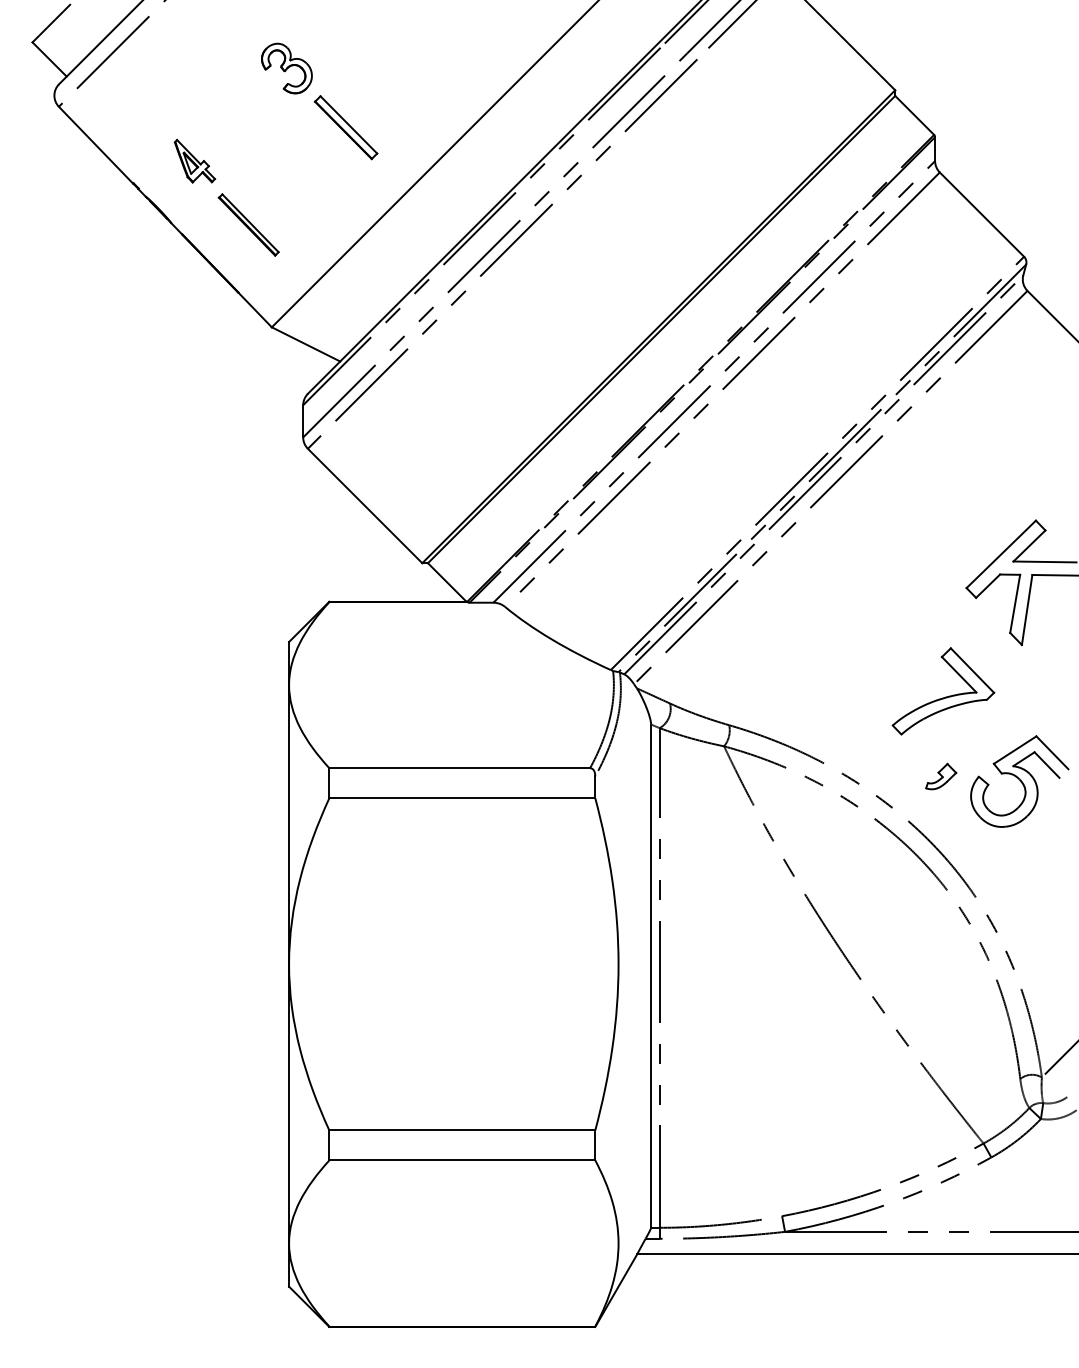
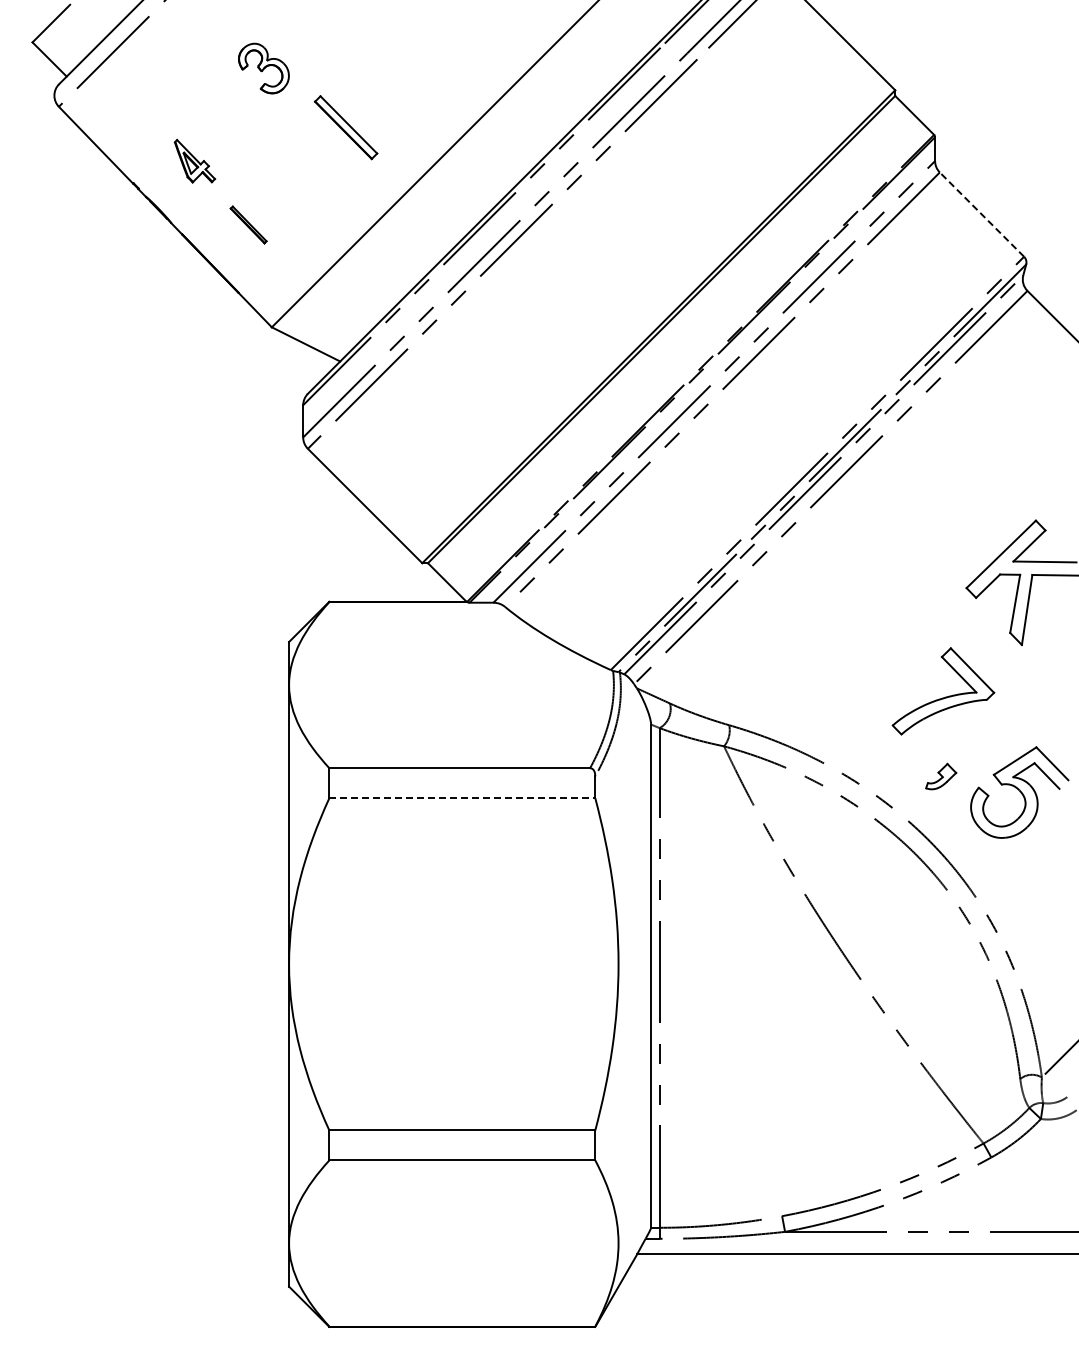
part at (286, 68) position: (286, 68) -> (263, 68)
line at (981, 214): solid -> dashed
part at (248, 224) size: 63x64 px -> 39x40 px
part at (1019, 781) position: (1019, 781) -> (1019, 792)
line at (462, 798): solid -> dashed
